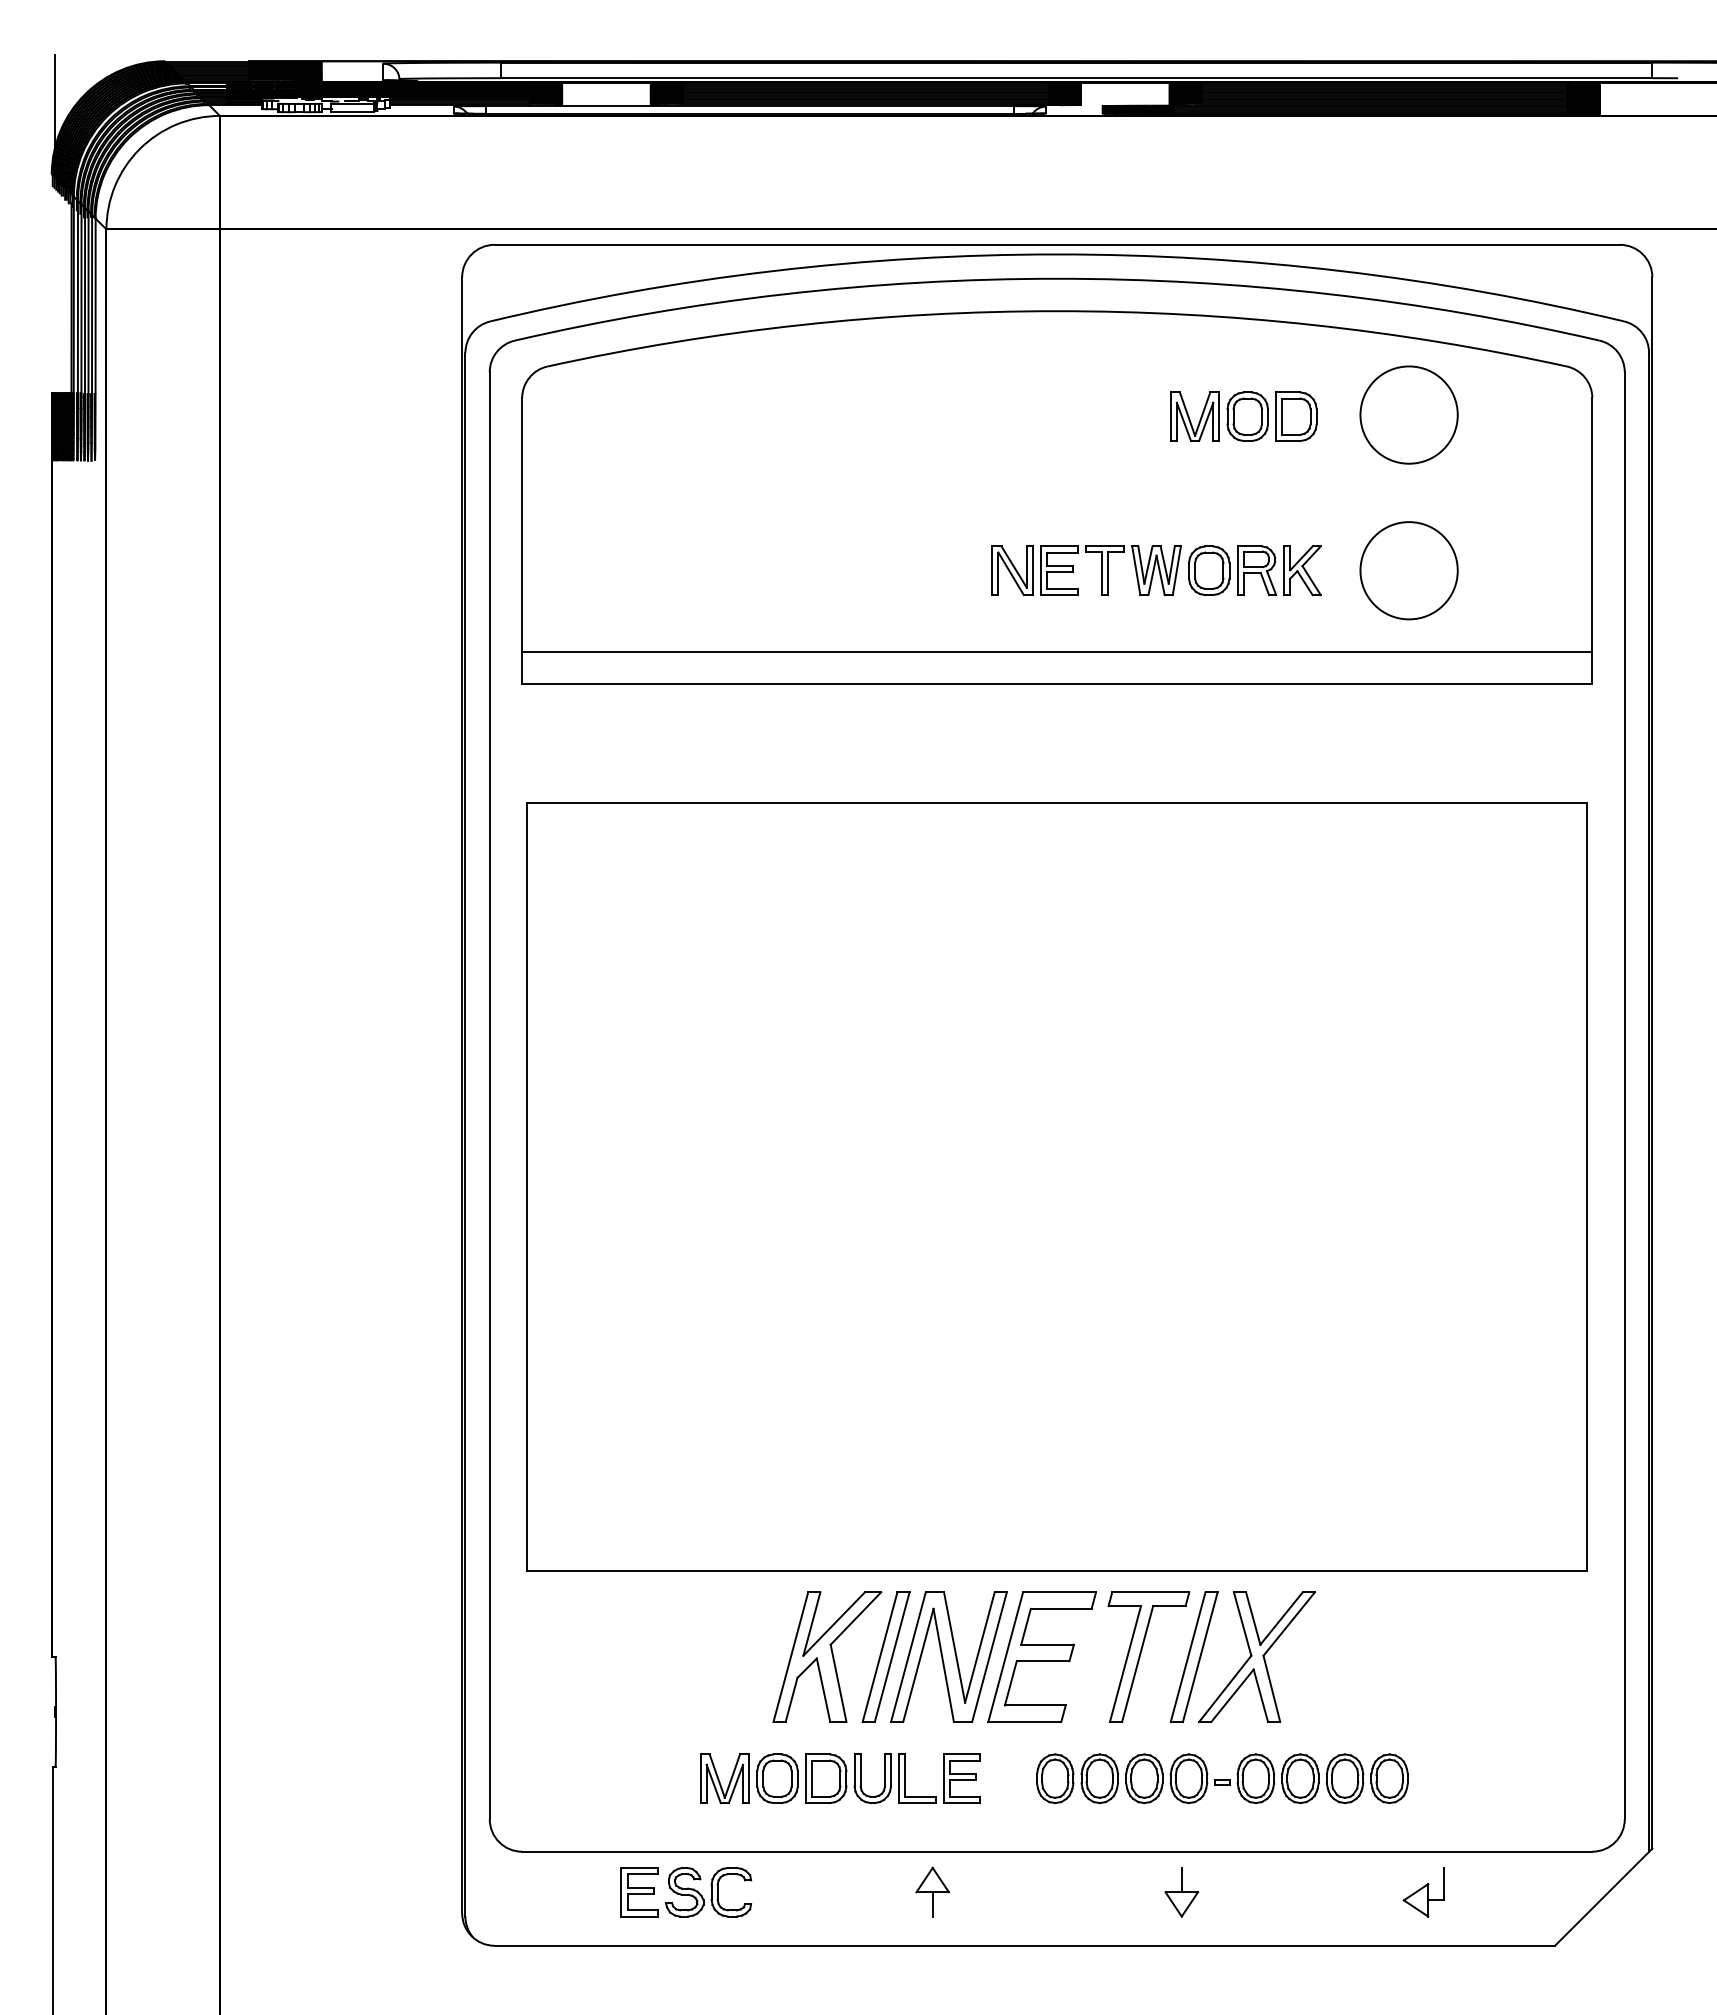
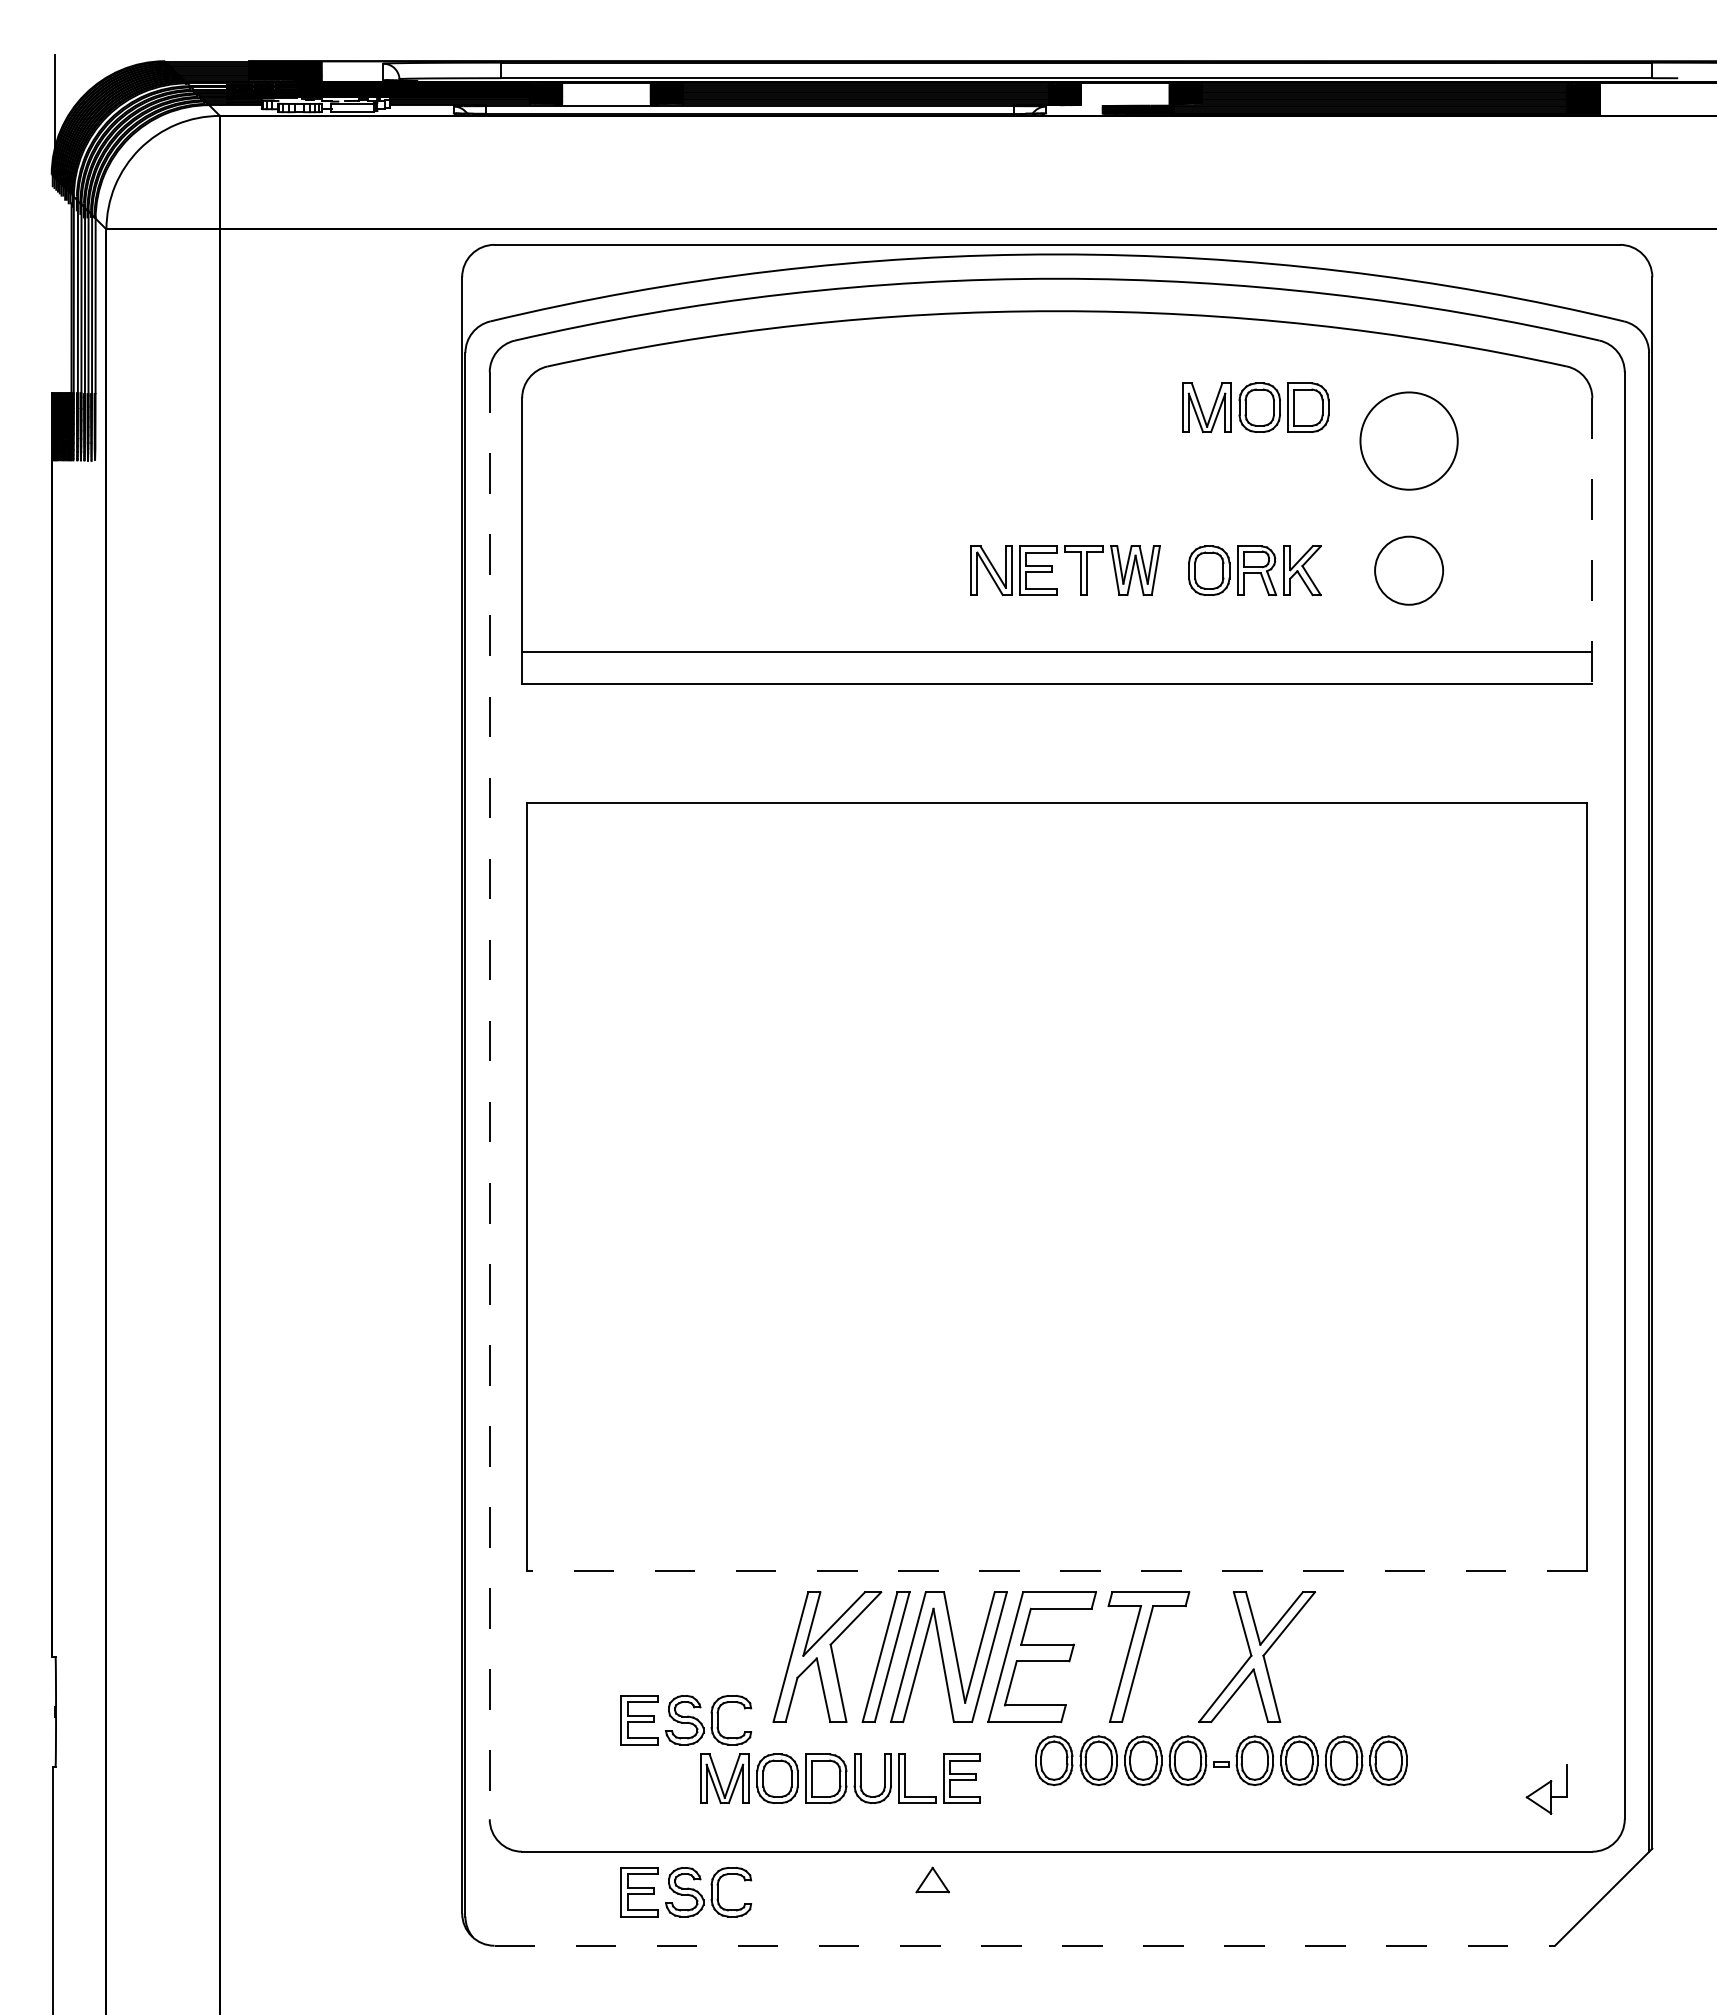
circle at (1408, 414) position: (1408, 414) -> (1408, 440)
part at (1243, 416) position: (1243, 416) -> (1255, 407)
line at (1592, 541): solid -> dashed
part at (1073, 570) position: (1073, 570) -> (1052, 570)
circle at (1408, 570) diameter: 97 px -> 68 px
line at (489, 1095): solid -> dashed
line at (1057, 1570): solid -> dashed
part at (1193, 1656): present -> none
part at (686, 1720): none -> present
part at (1222, 1778) position: (1222, 1778) -> (1221, 1760)
part at (1181, 1892): present -> none
part at (1423, 1892) position: (1423, 1892) -> (1546, 1789)
line at (932, 1904): present -> none
line at (1025, 1945): solid -> dashed
